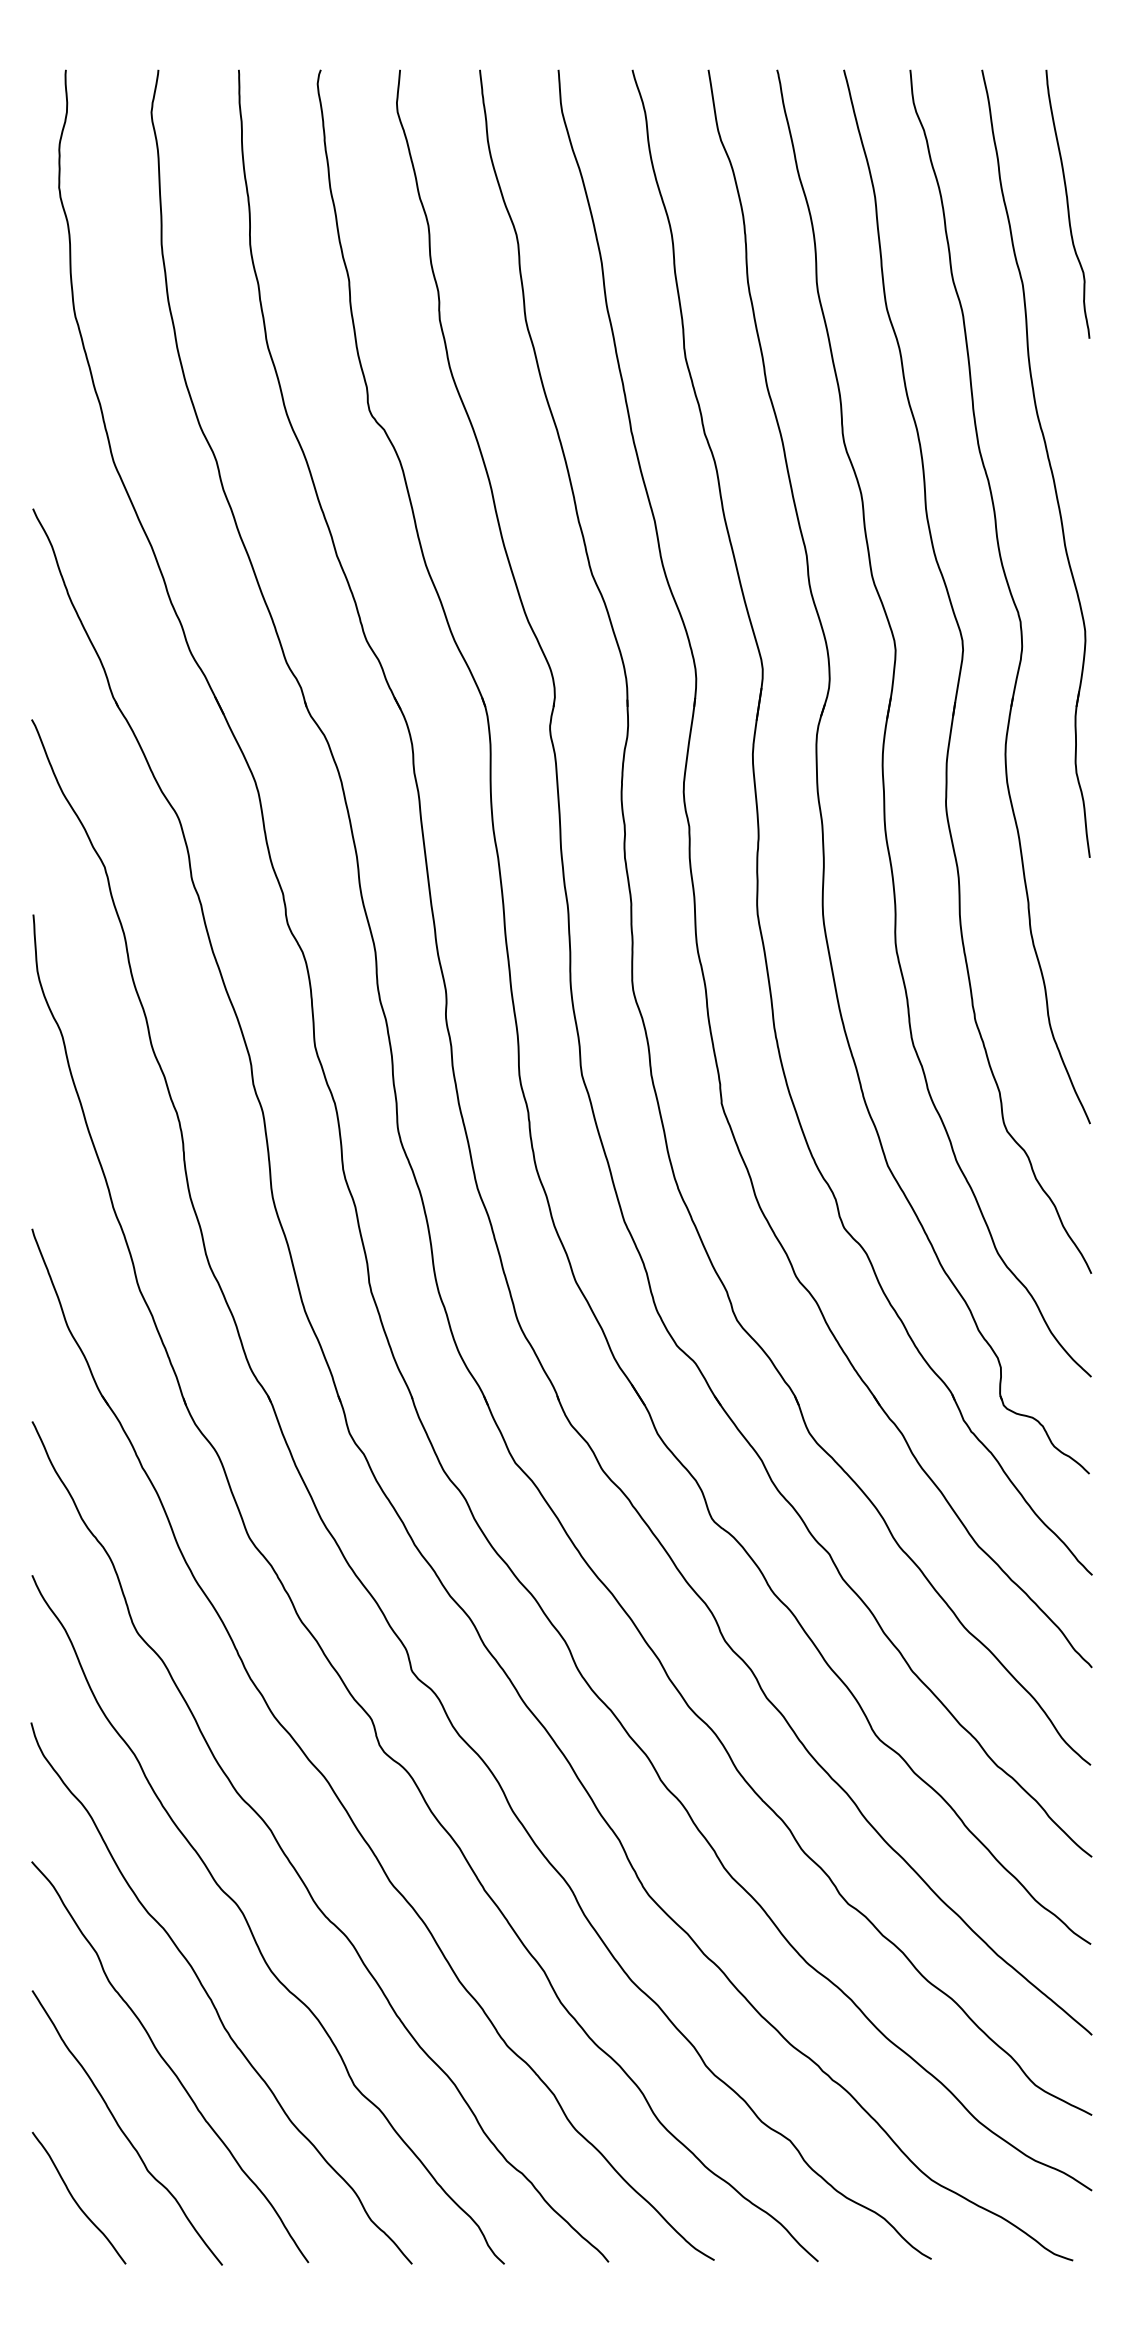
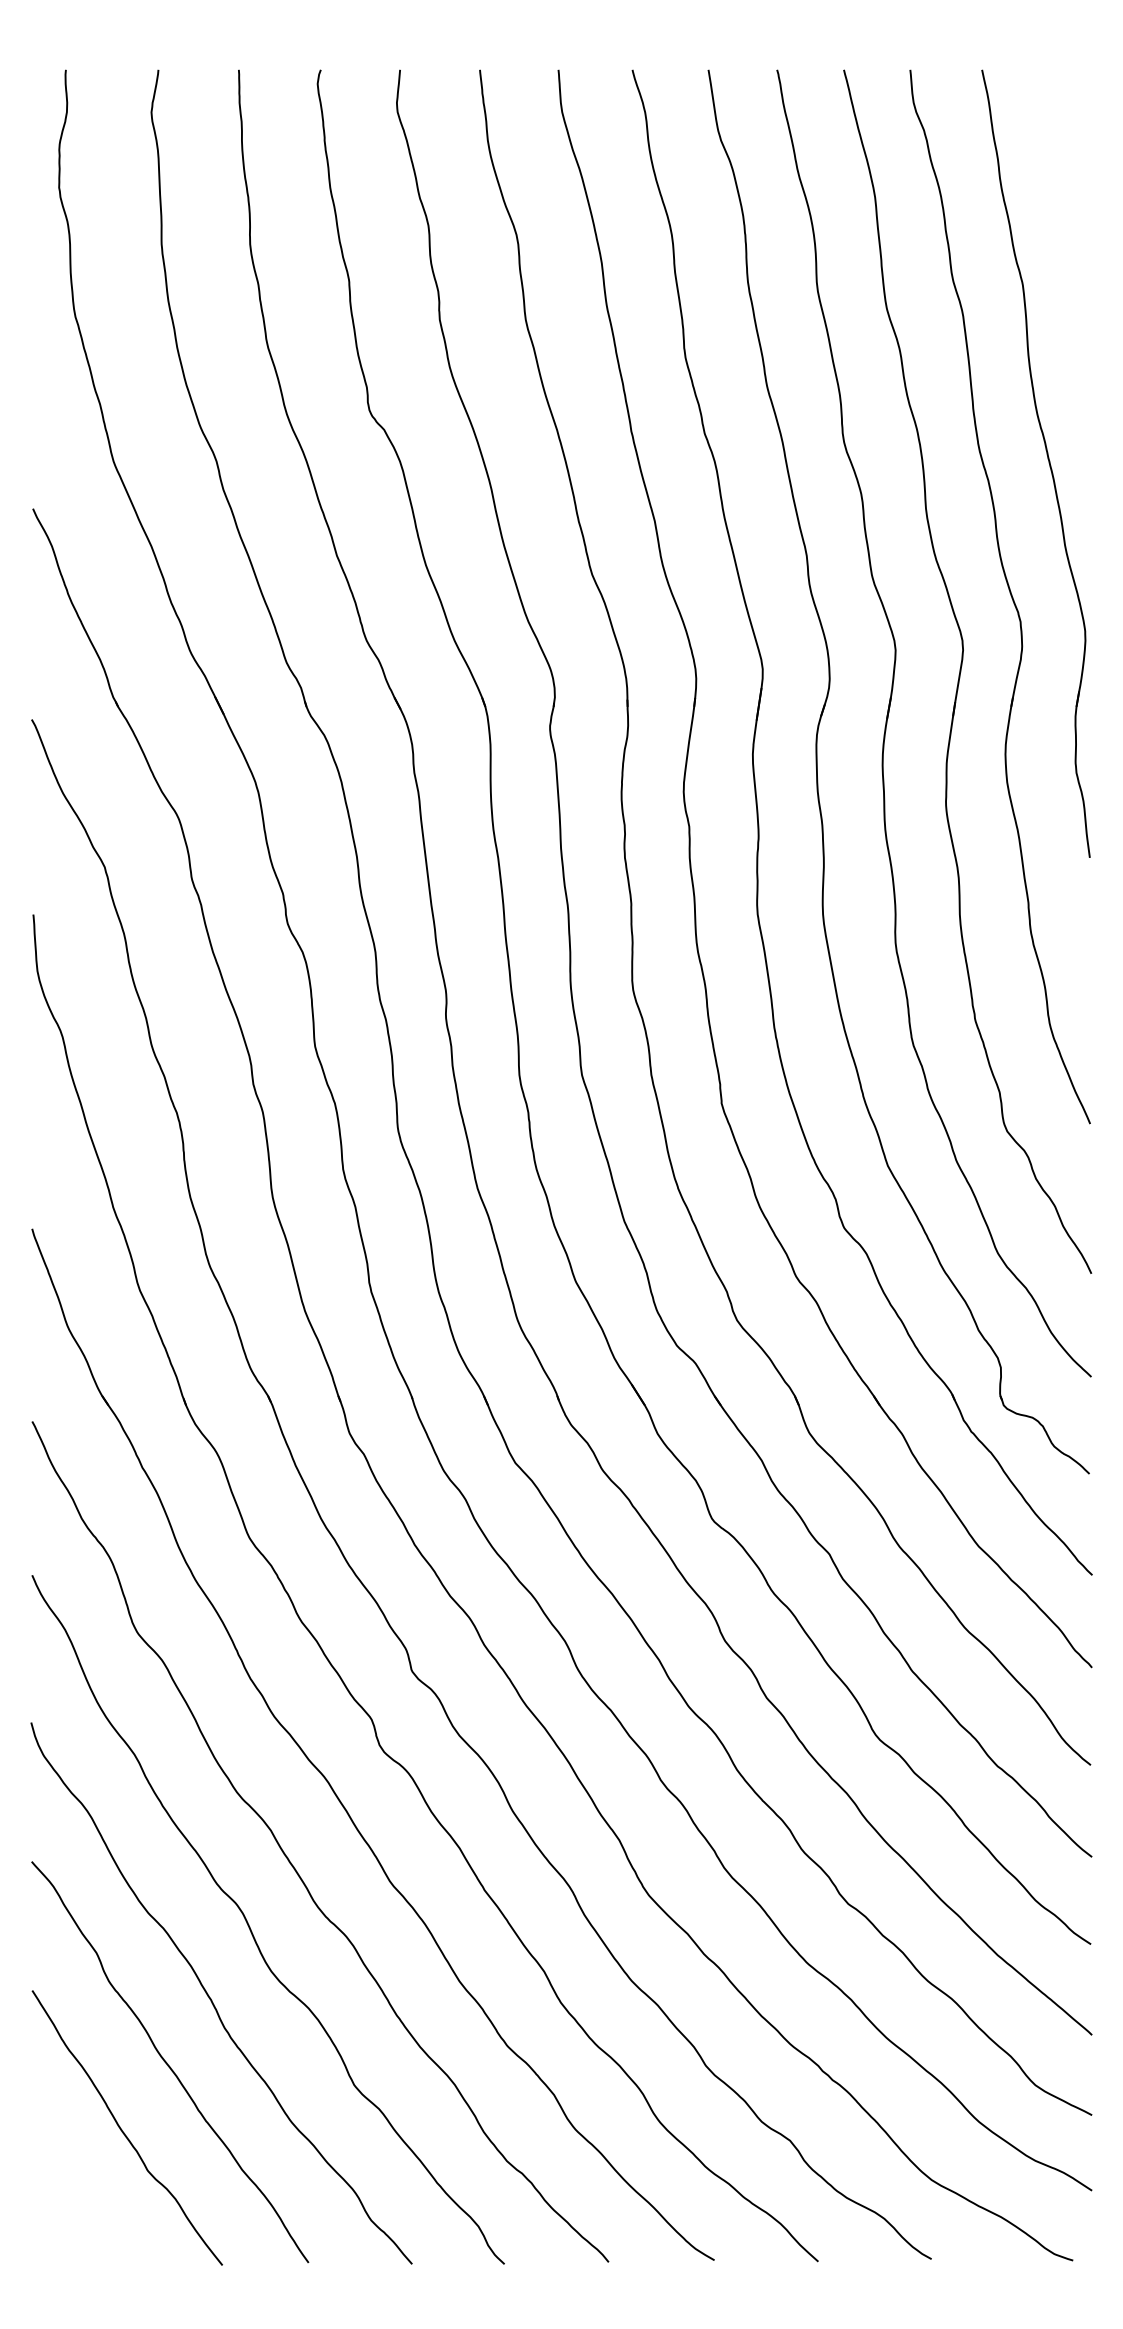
curve at (1067, 203): present -> none
curve at (75, 2199): present -> none
